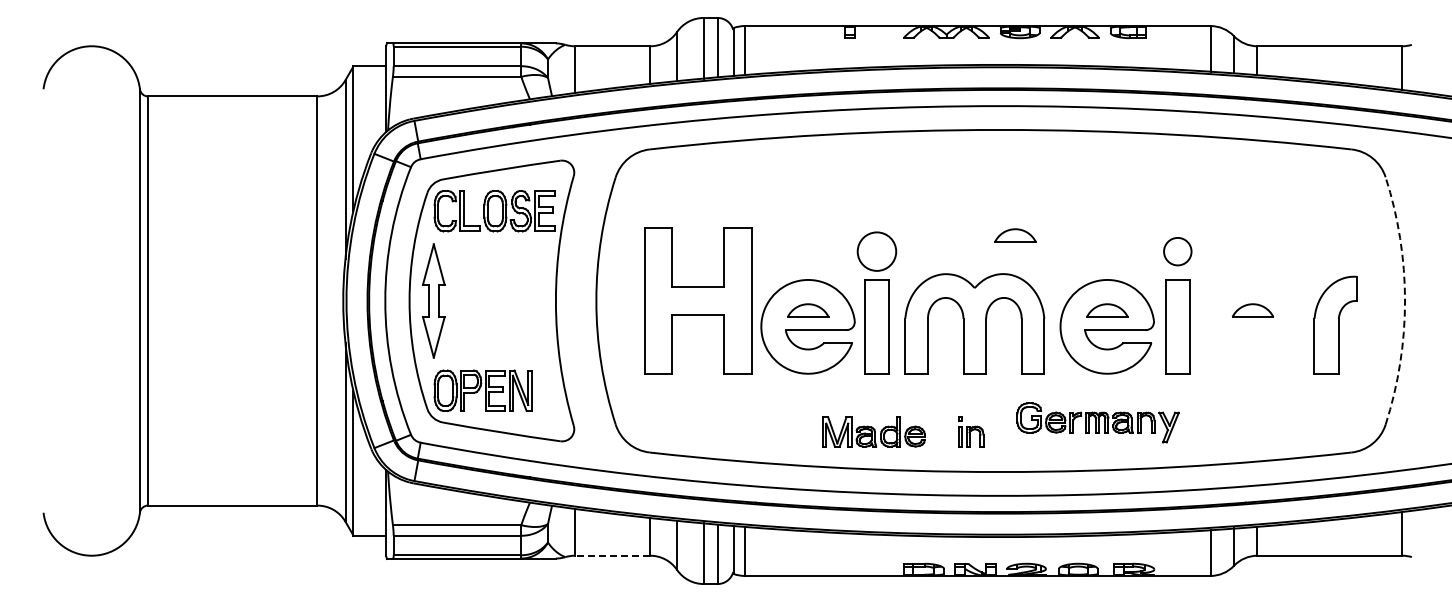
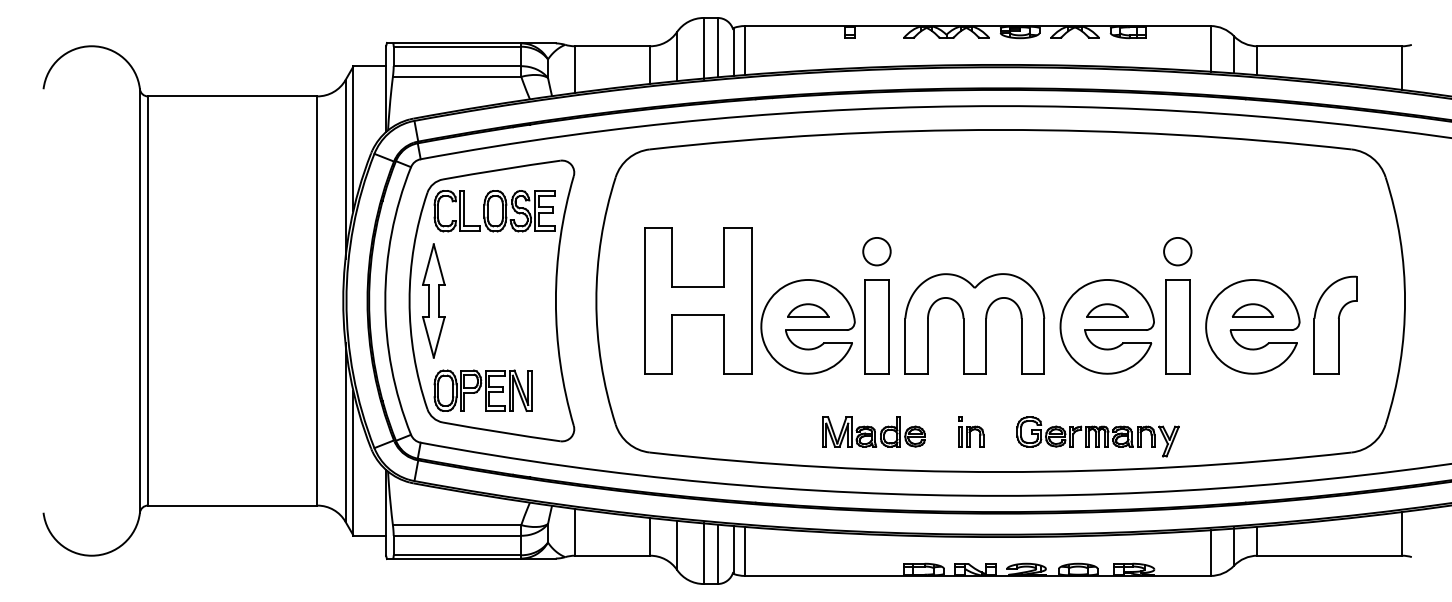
part at (1015, 235): present -> none
circle at (876, 251) diameter: 38 px -> 27 px
arc at (1405, 301): dashed -> solid
part at (1252, 326): none -> present
part at (1097, 422) position: (1097, 422) -> (1097, 436)
line at (612, 555): dashed -> solid
